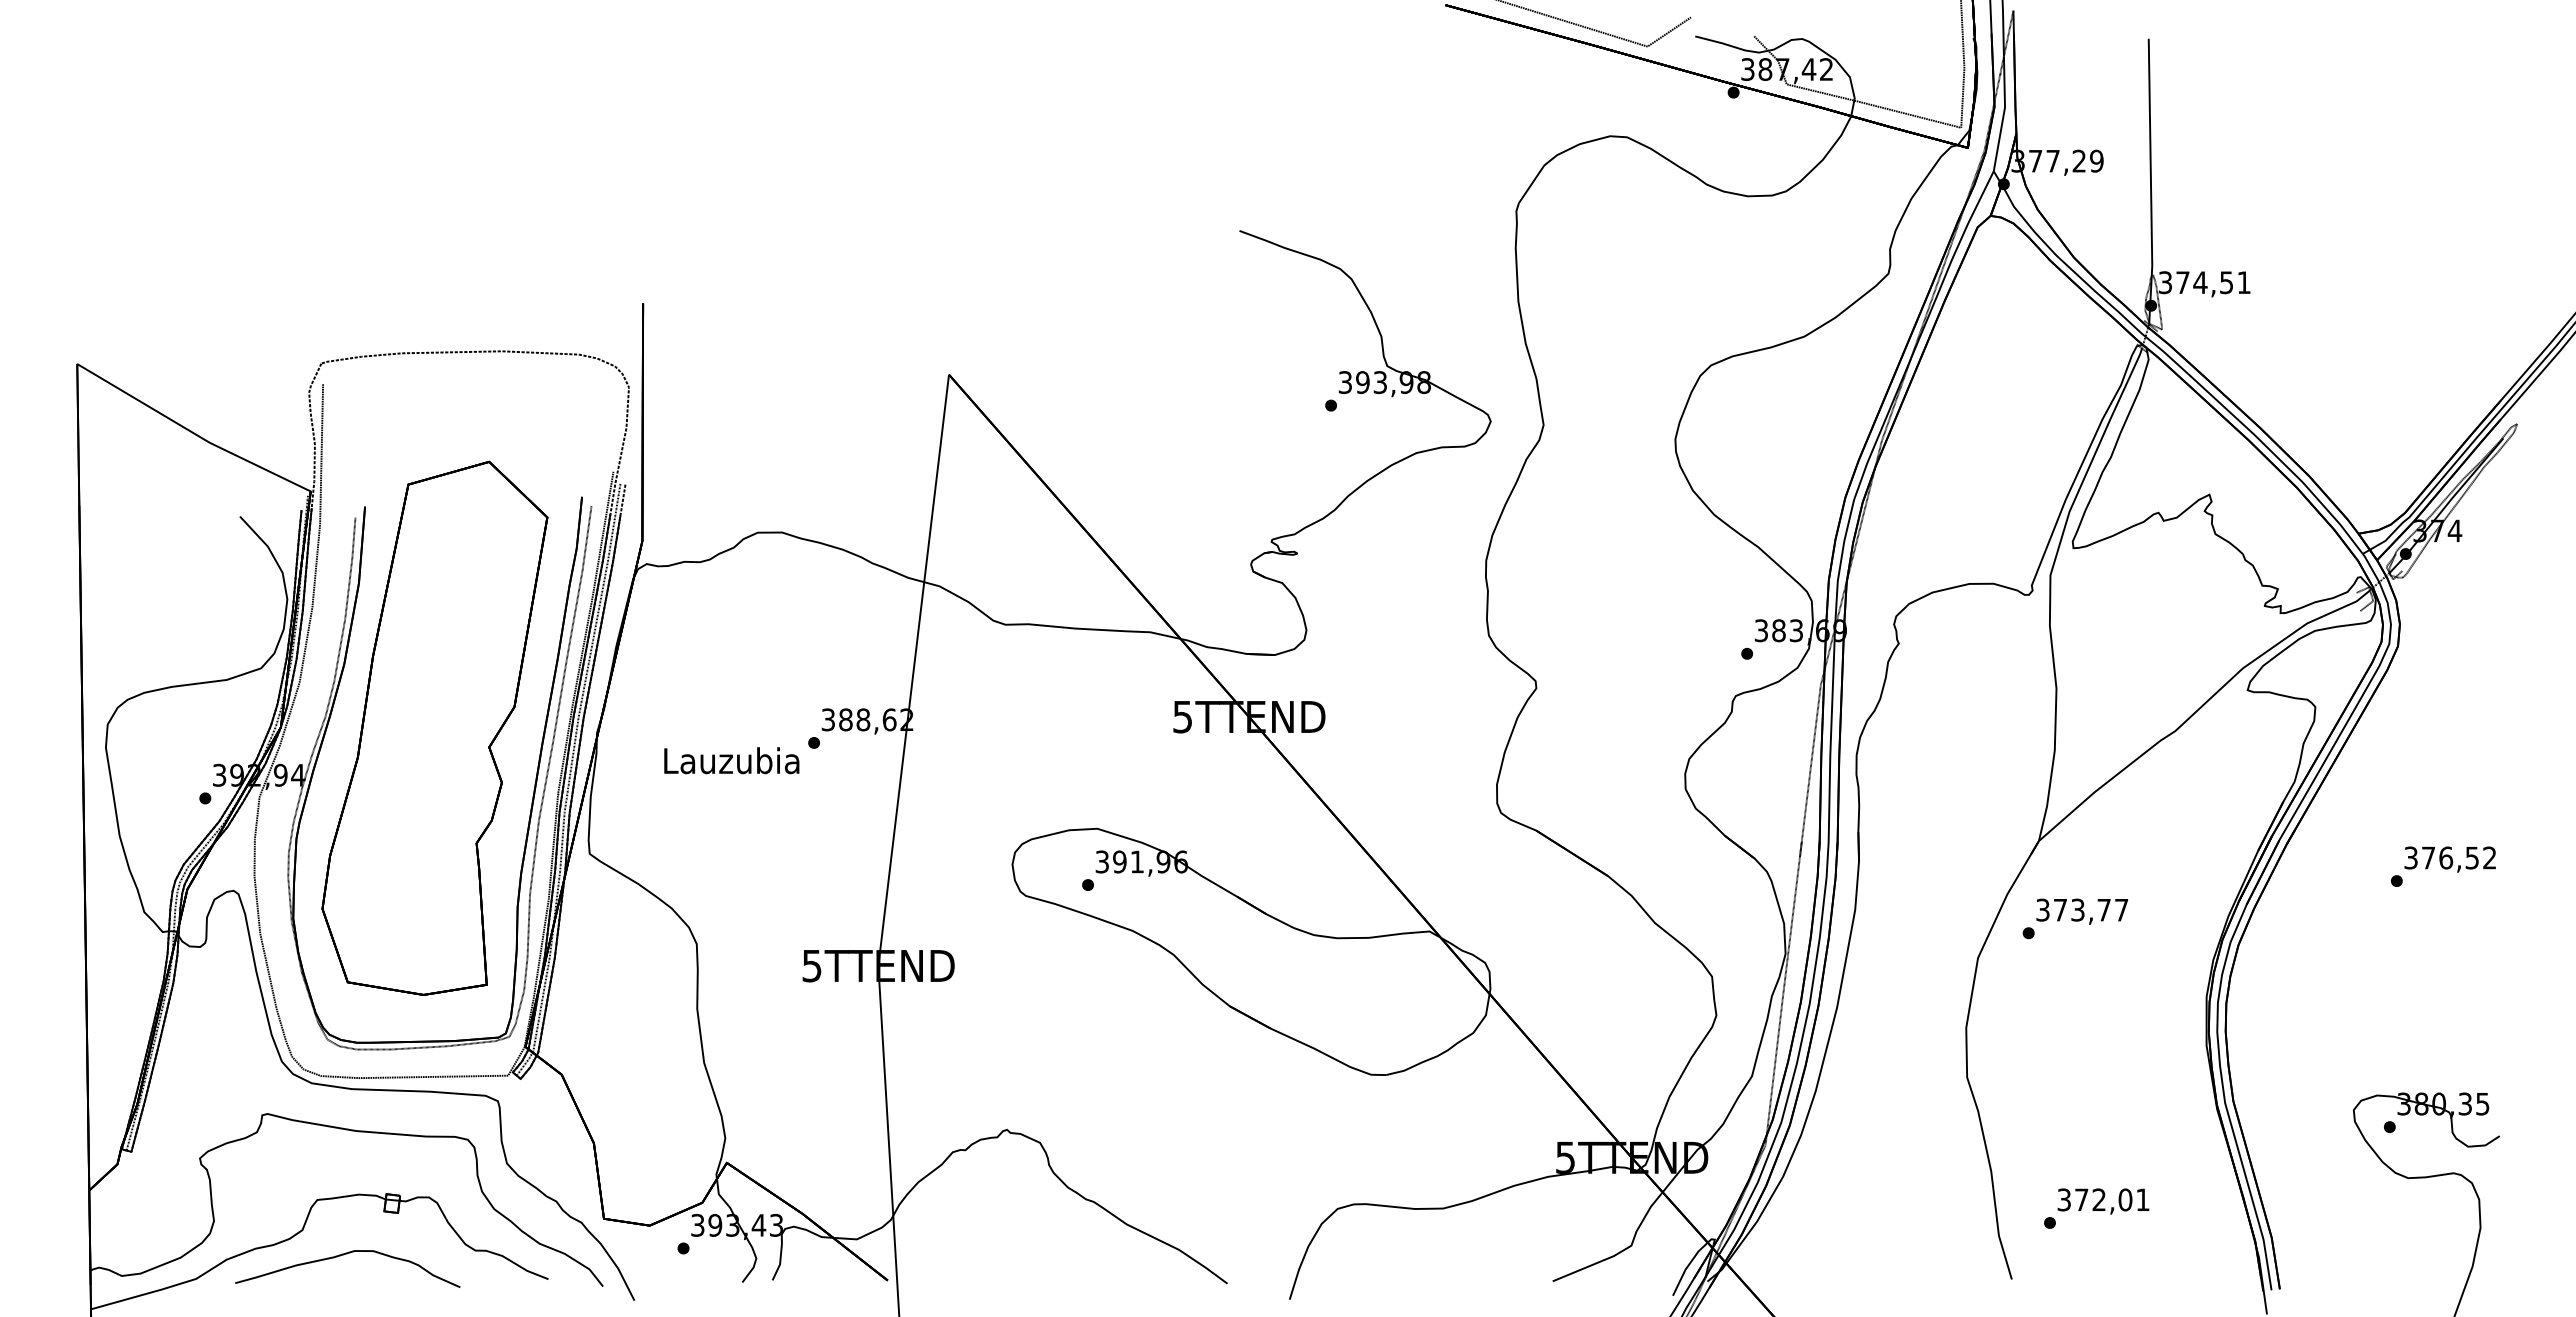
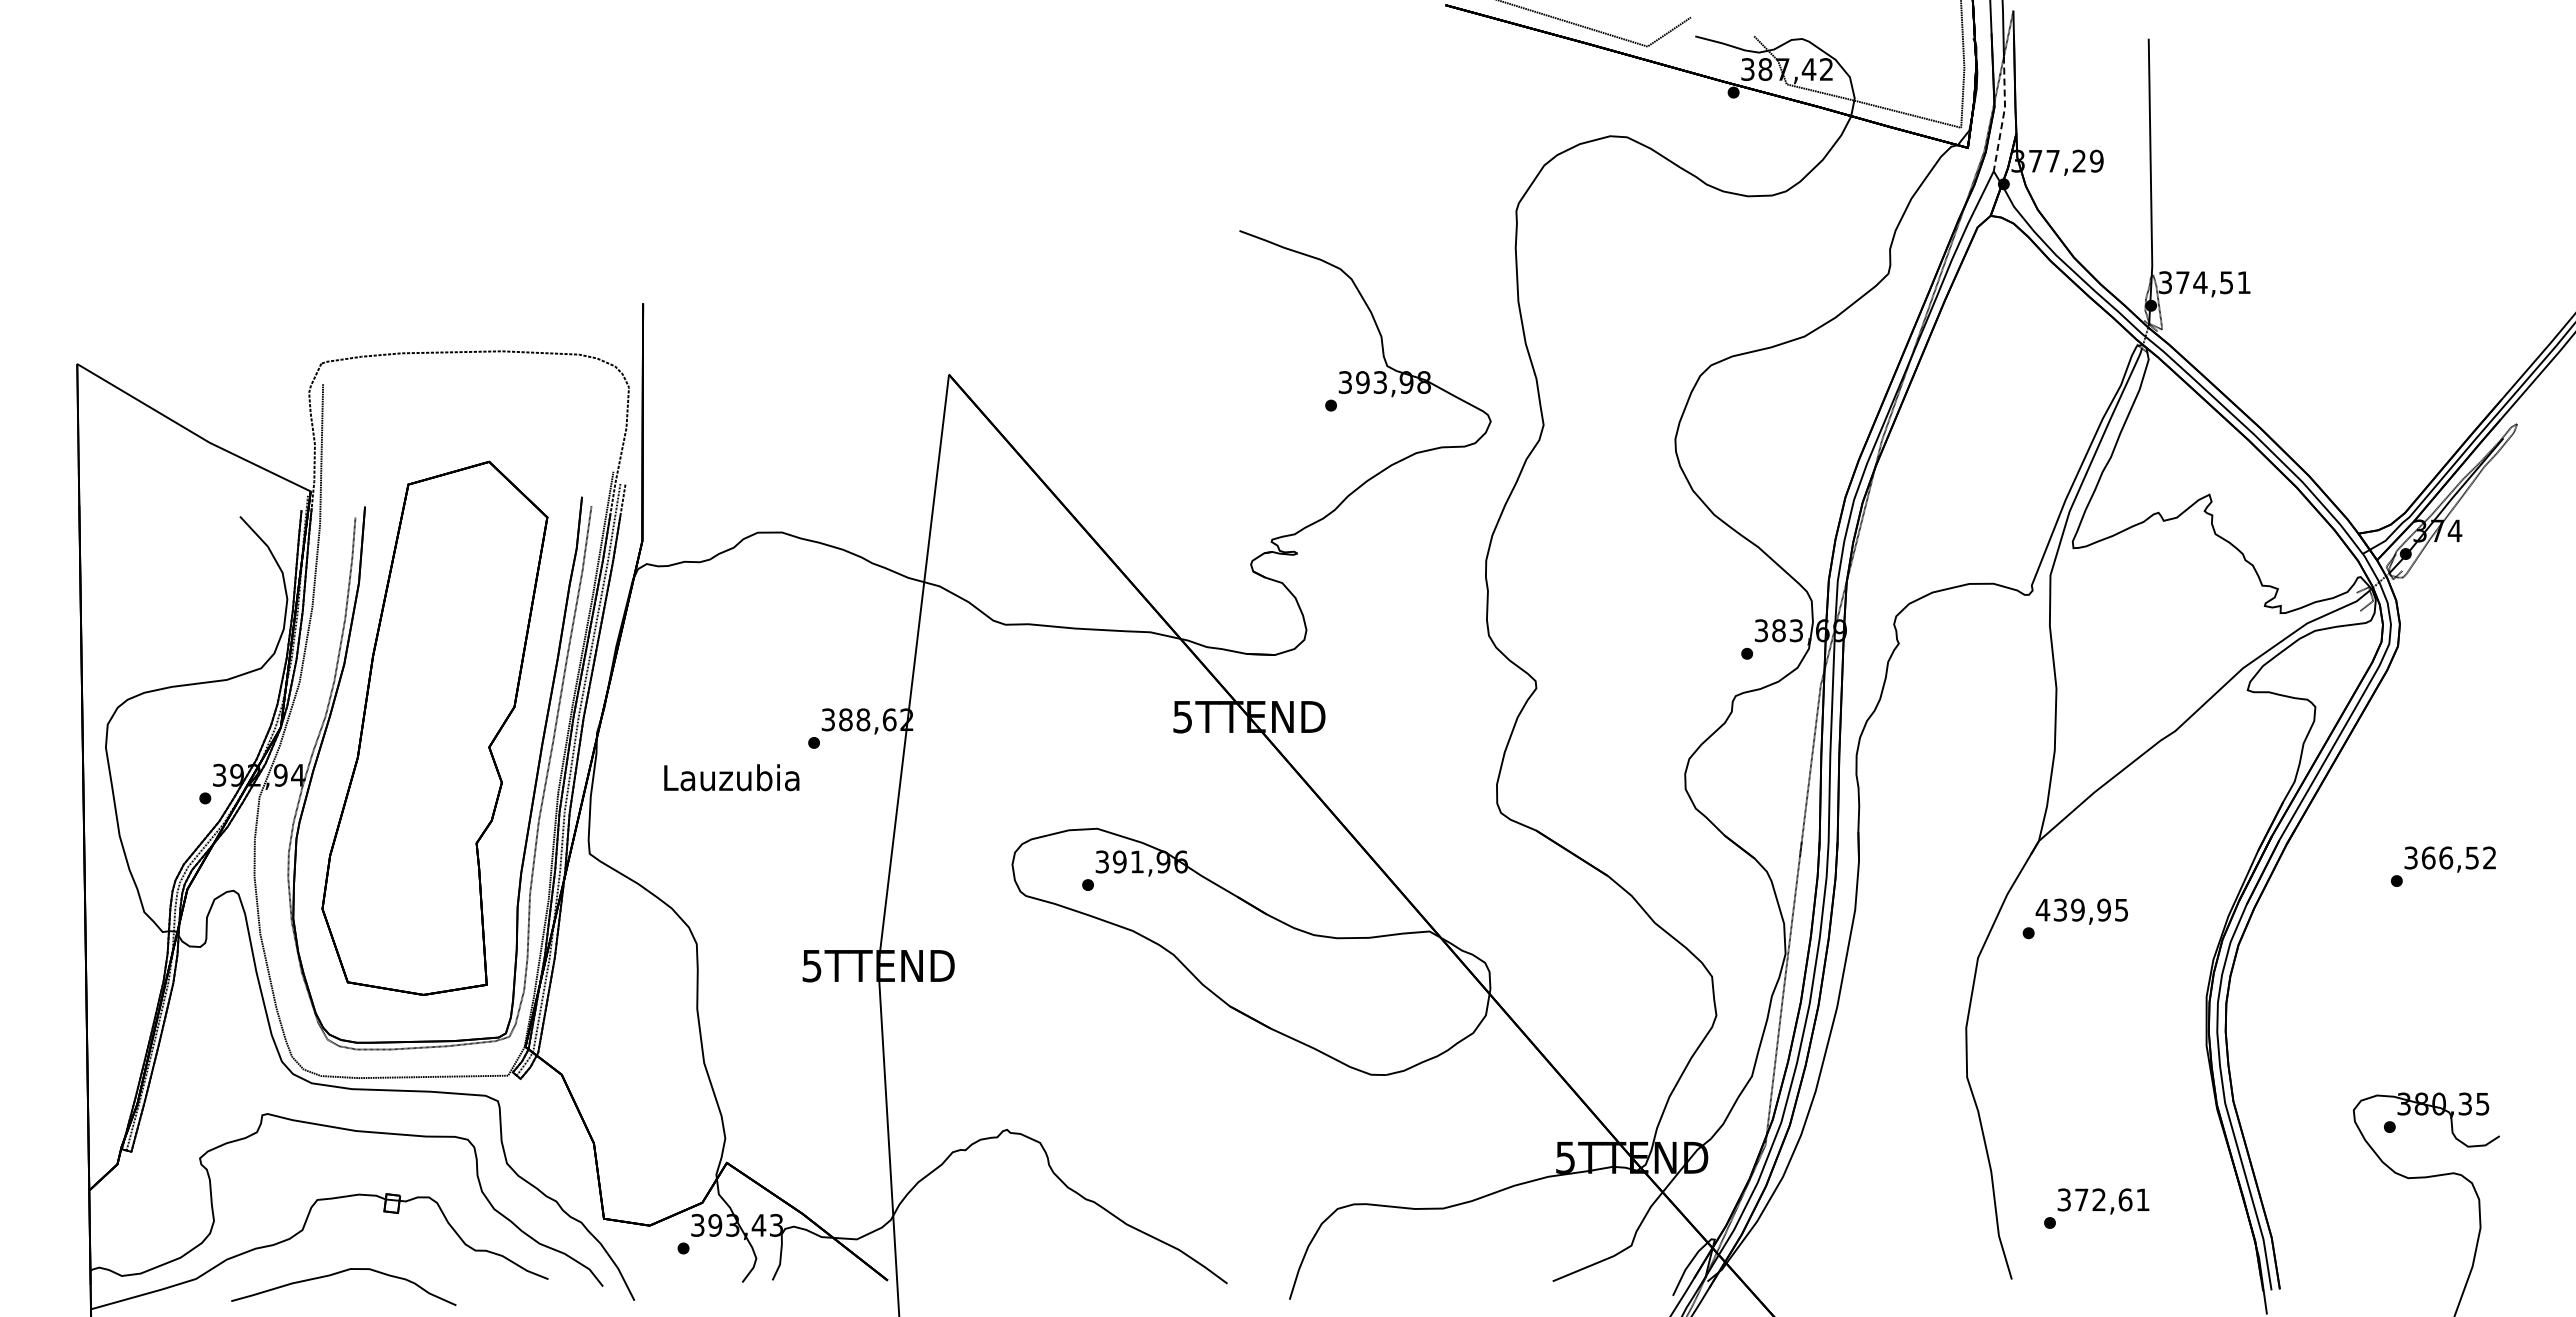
line at (2003, 114): solid -> dashed
text at (731, 760) position: (731, 760) -> (731, 777)
text at (2428, 857): 376,52 -> 366,52
text at (2081, 909): 373,77 -> 439,95
text at (2125, 1199): 372,01 -> 372,61
part at (343, 1255) position: (343, 1255) -> (339, 1273)
